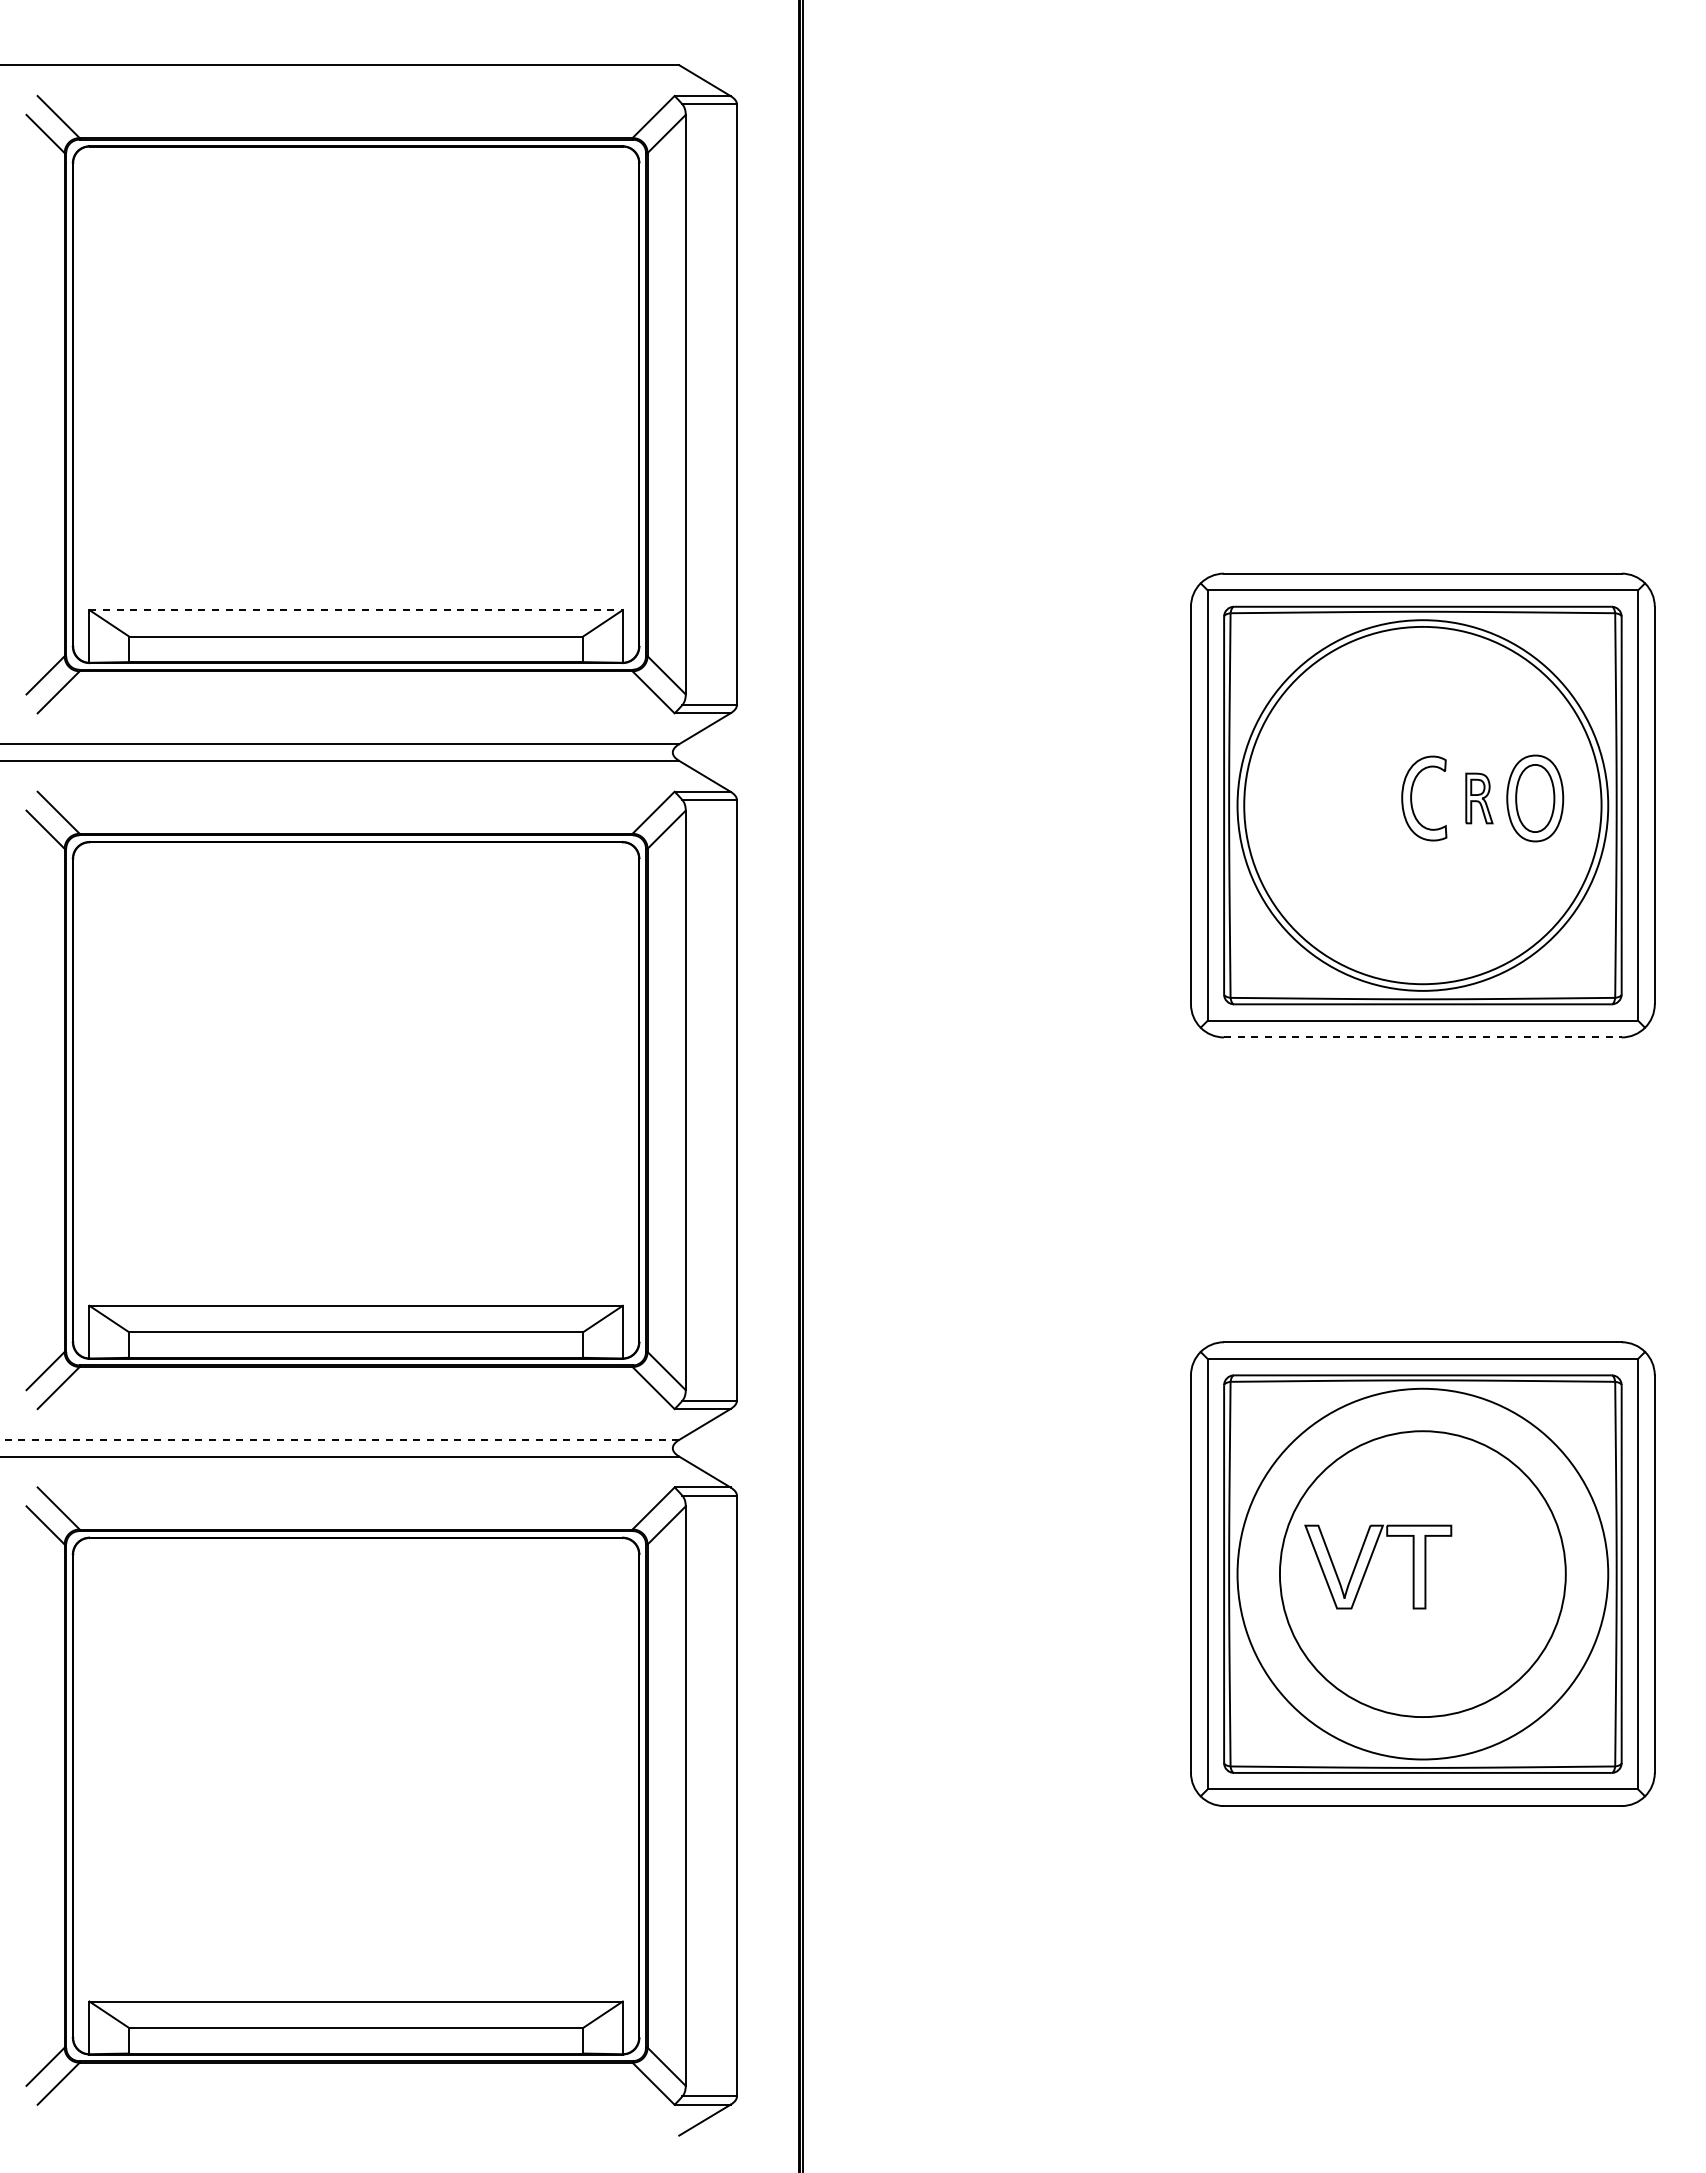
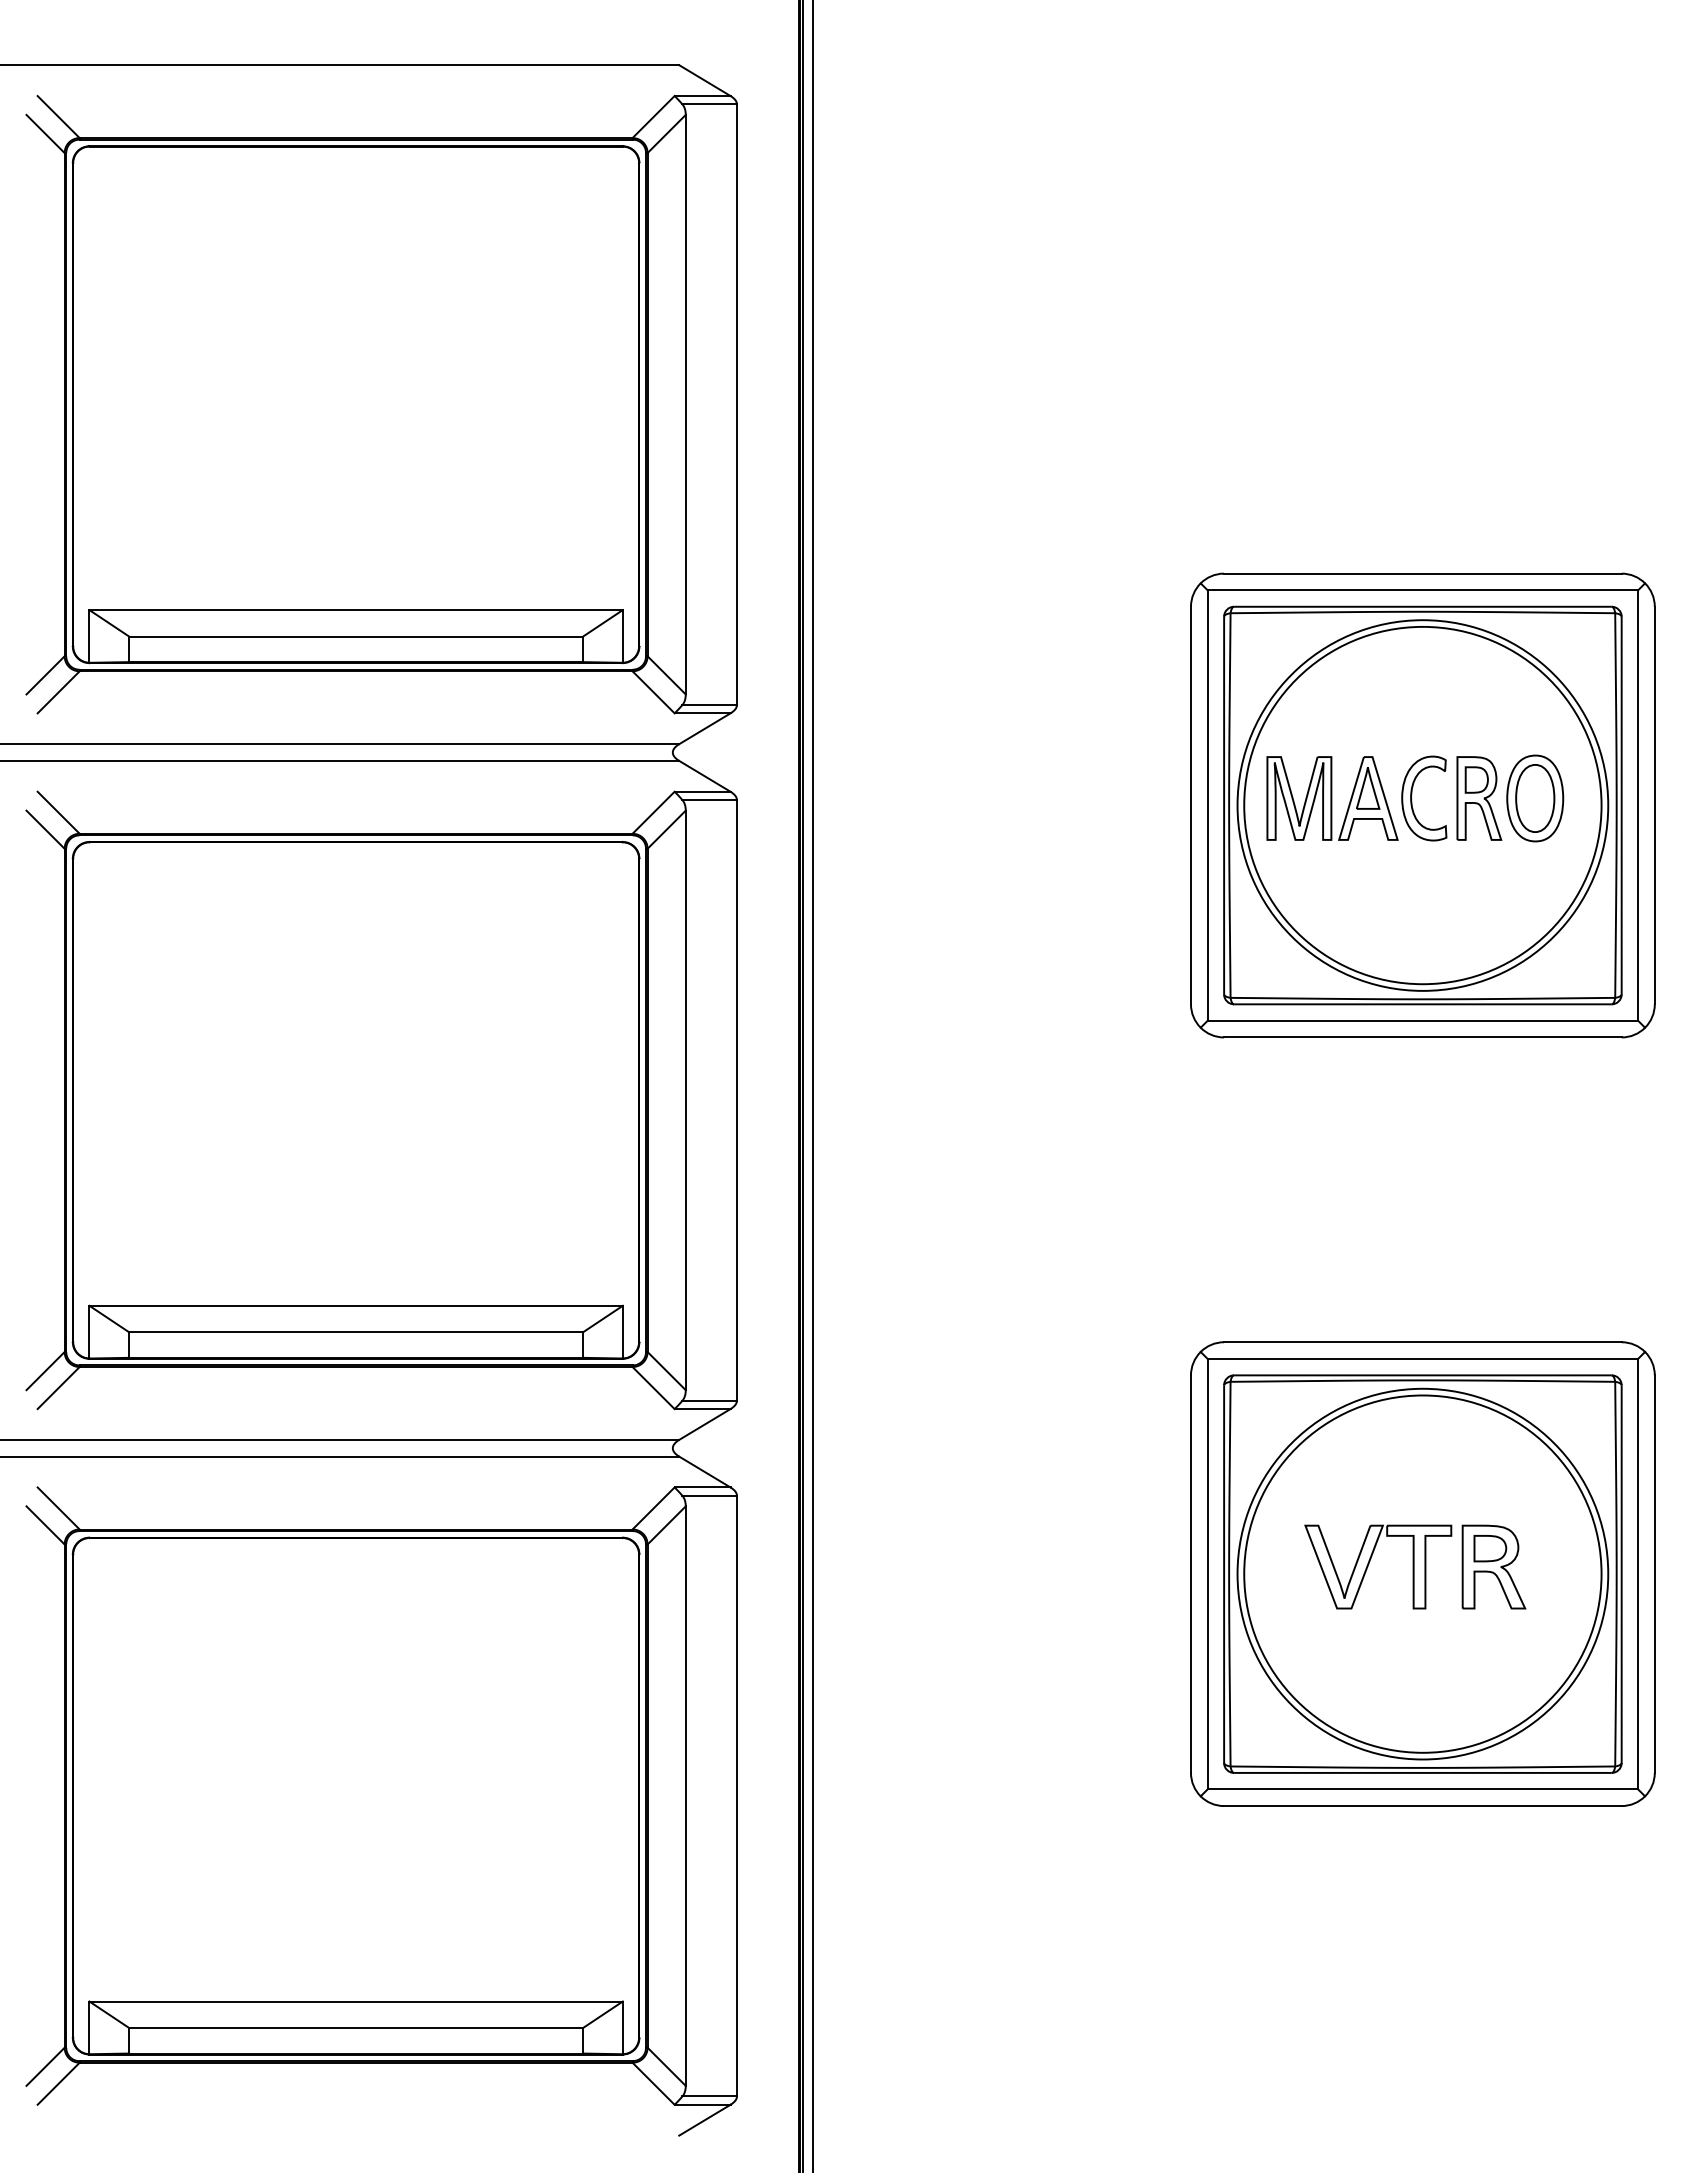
line at (356, 610): dashed -> solid
part at (1332, 798): none -> present
part at (1479, 798) size: 29x53 px -> 47x85 px
line at (1422, 1037): dashed -> solid
line at (813, 1085): none -> present
line at (339, 1439): dashed -> solid
part at (1493, 1566): none -> present
circle at (1422, 1574) diameter: 286 px -> 357 px
